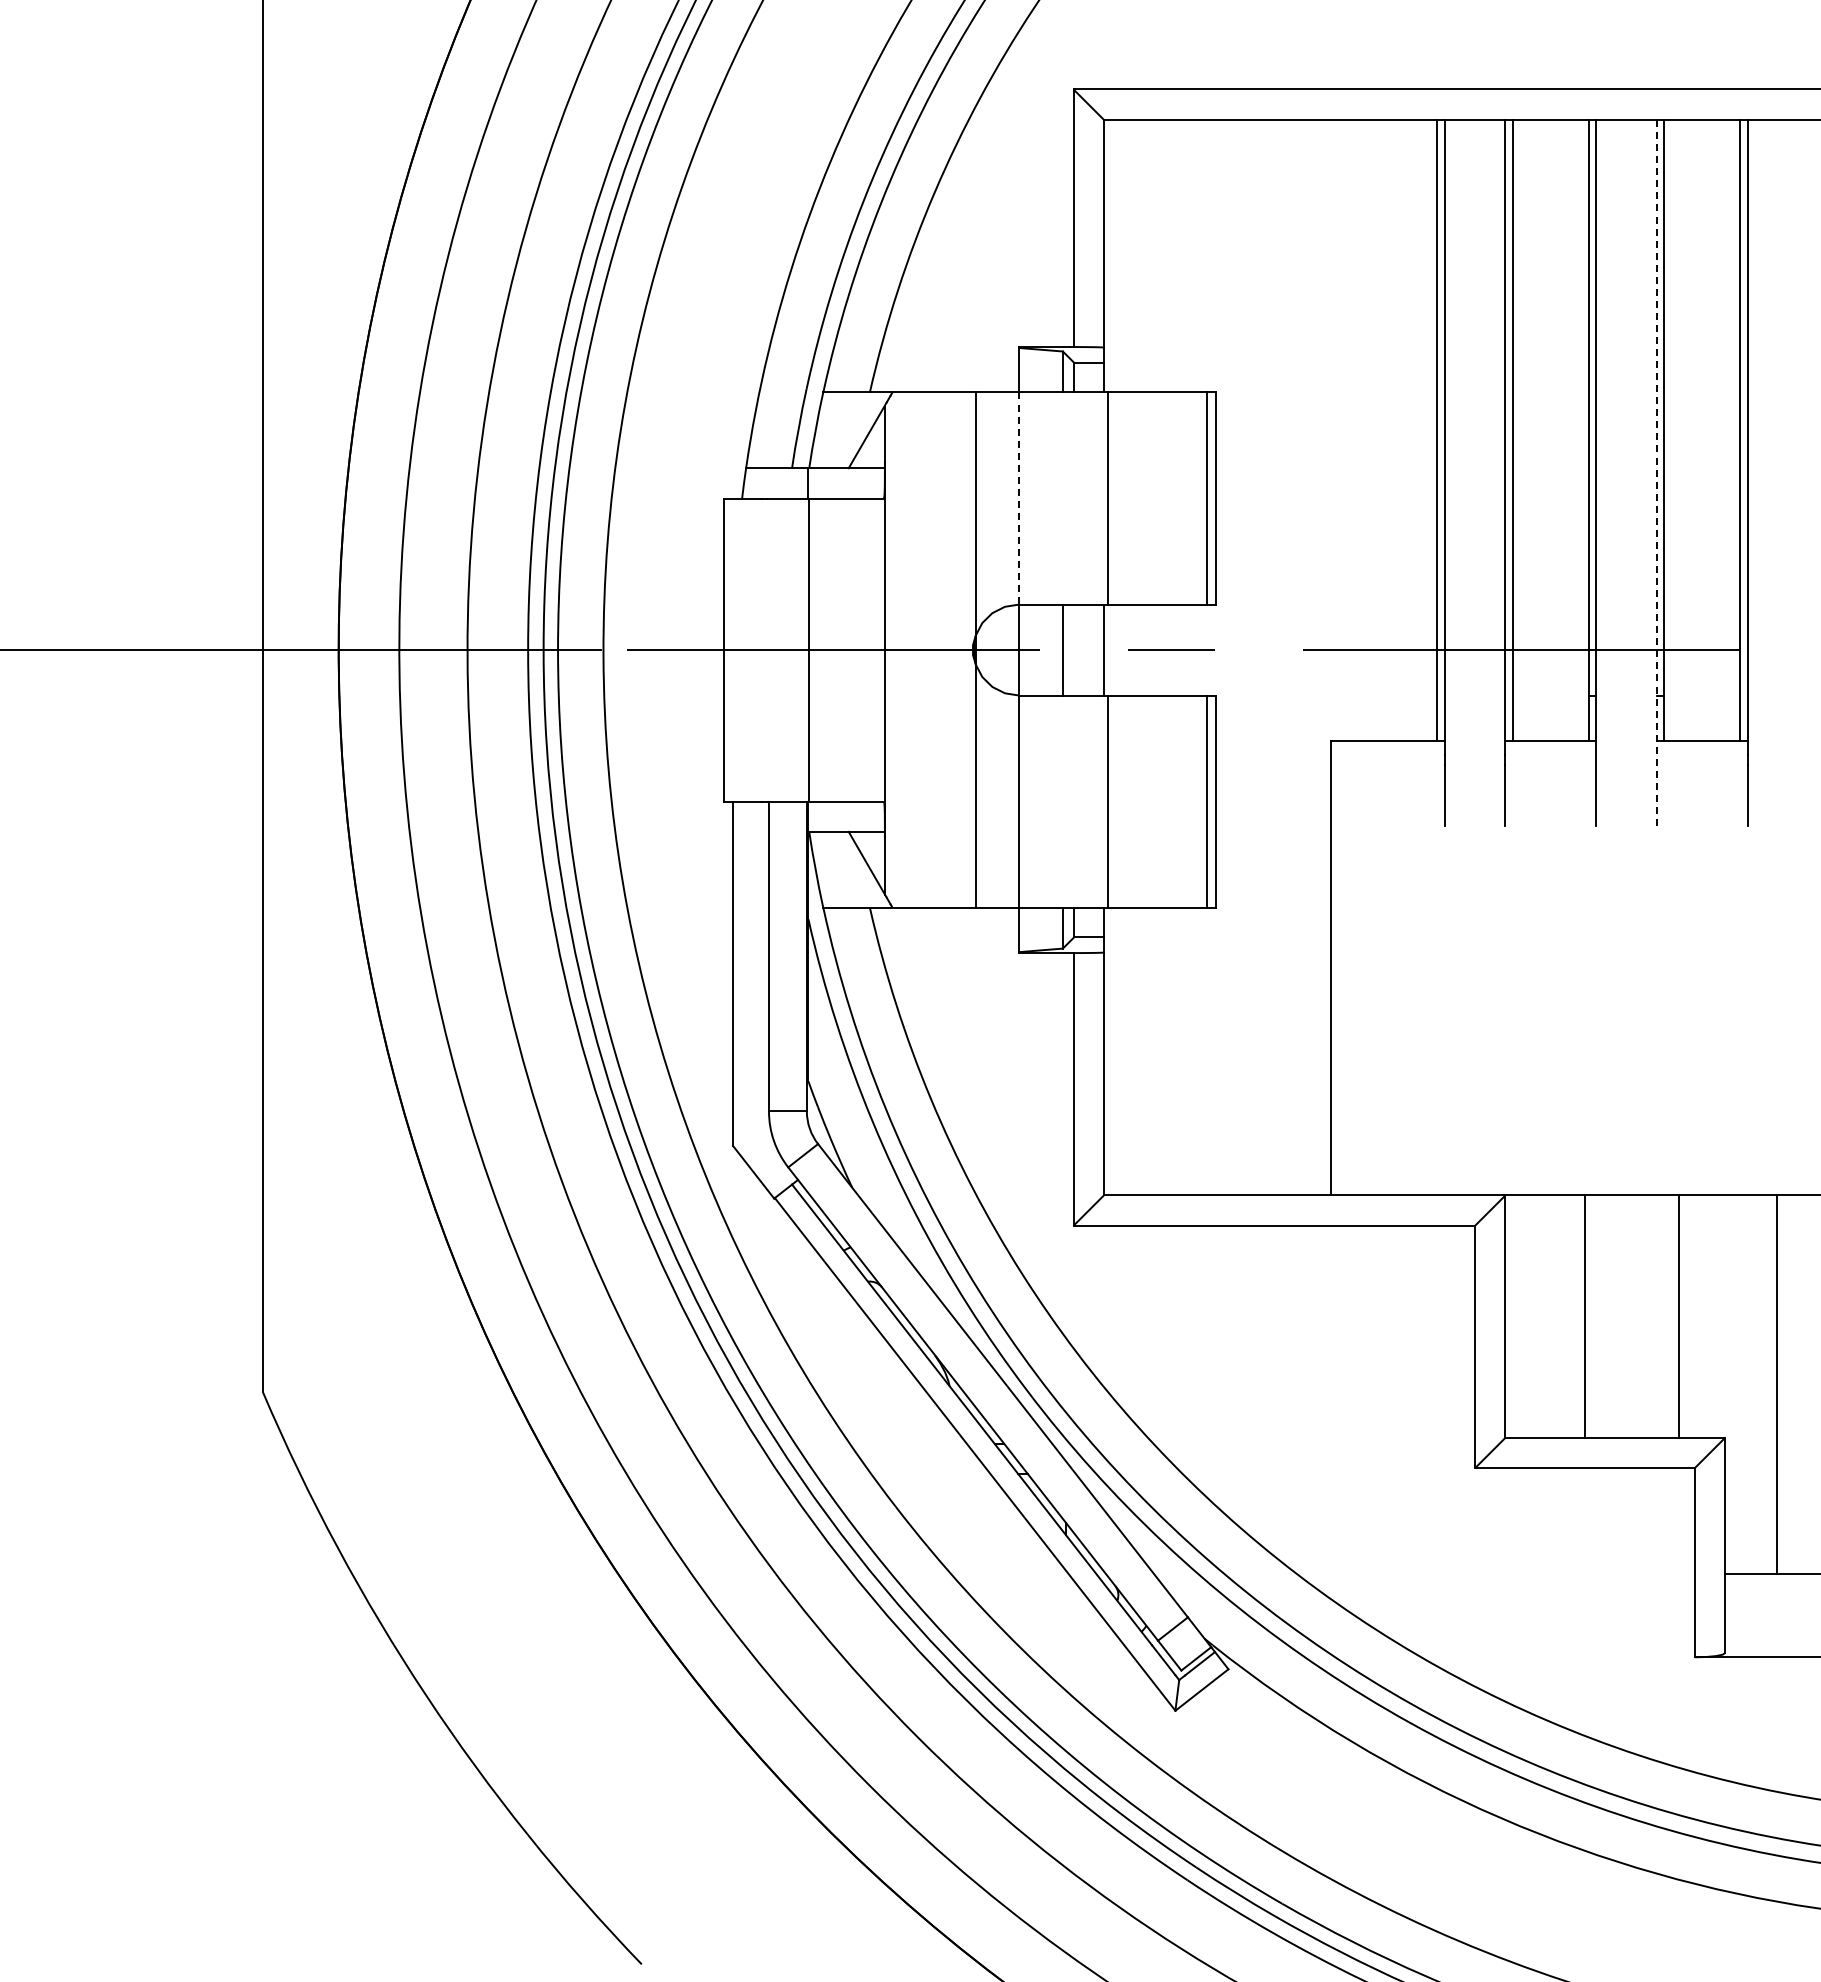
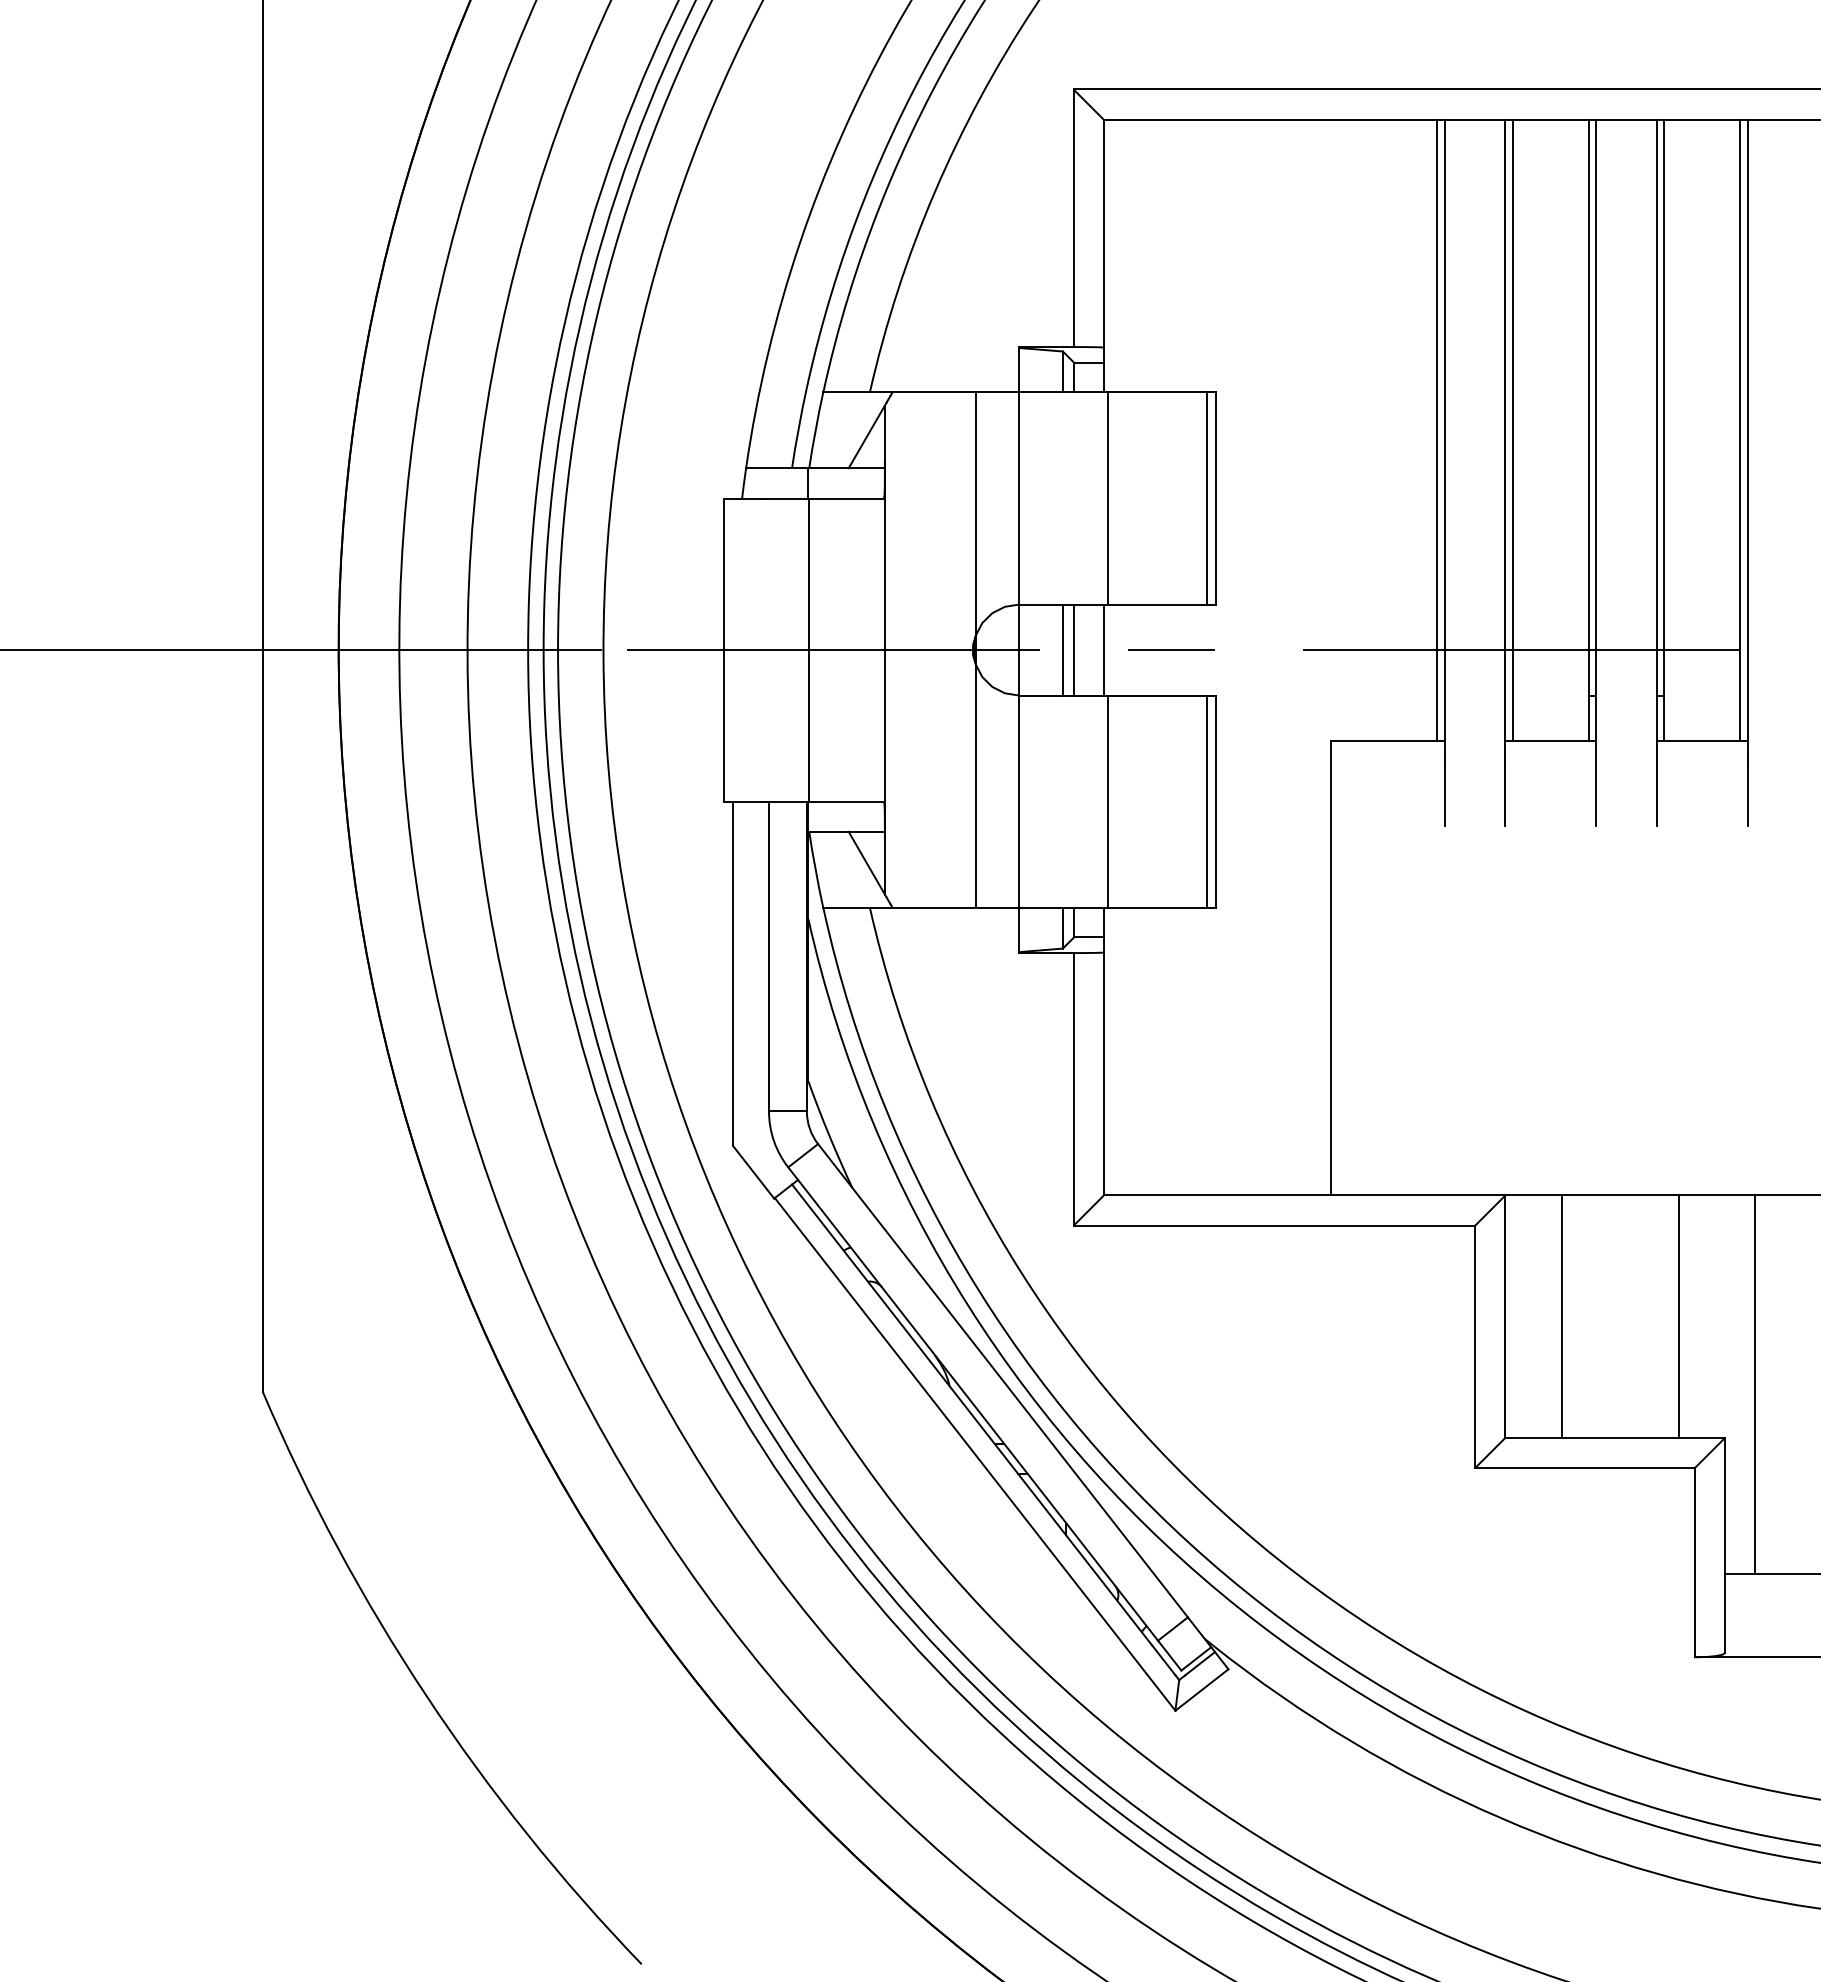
line at (1656, 472): dashed -> solid
line at (1018, 499): dashed -> solid
line at (1074, 649): none -> present
line at (1585, 1316) position: (1585, 1316) -> (1562, 1316)
line at (1776, 1384) position: (1776, 1384) -> (1754, 1384)
